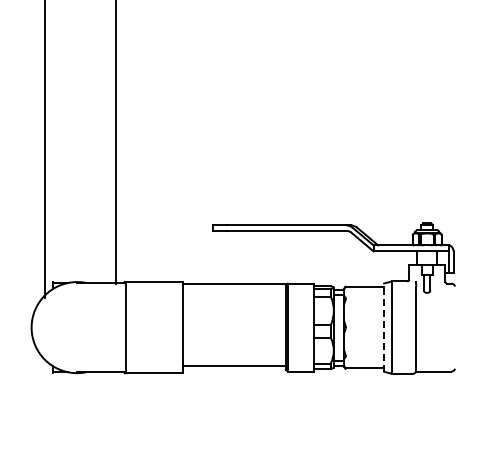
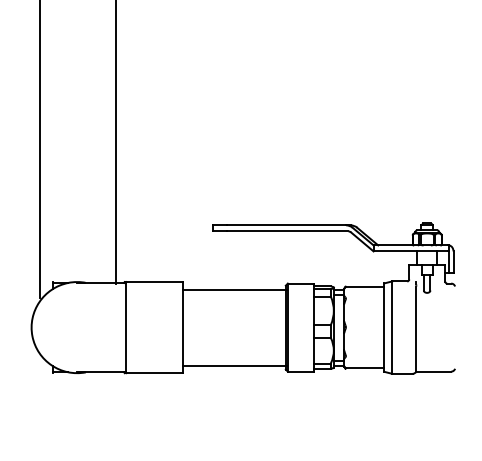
line at (45, 149) position: (45, 149) -> (40, 149)
line at (234, 283) position: (234, 283) -> (234, 289)
line at (384, 327): dashed -> solid
